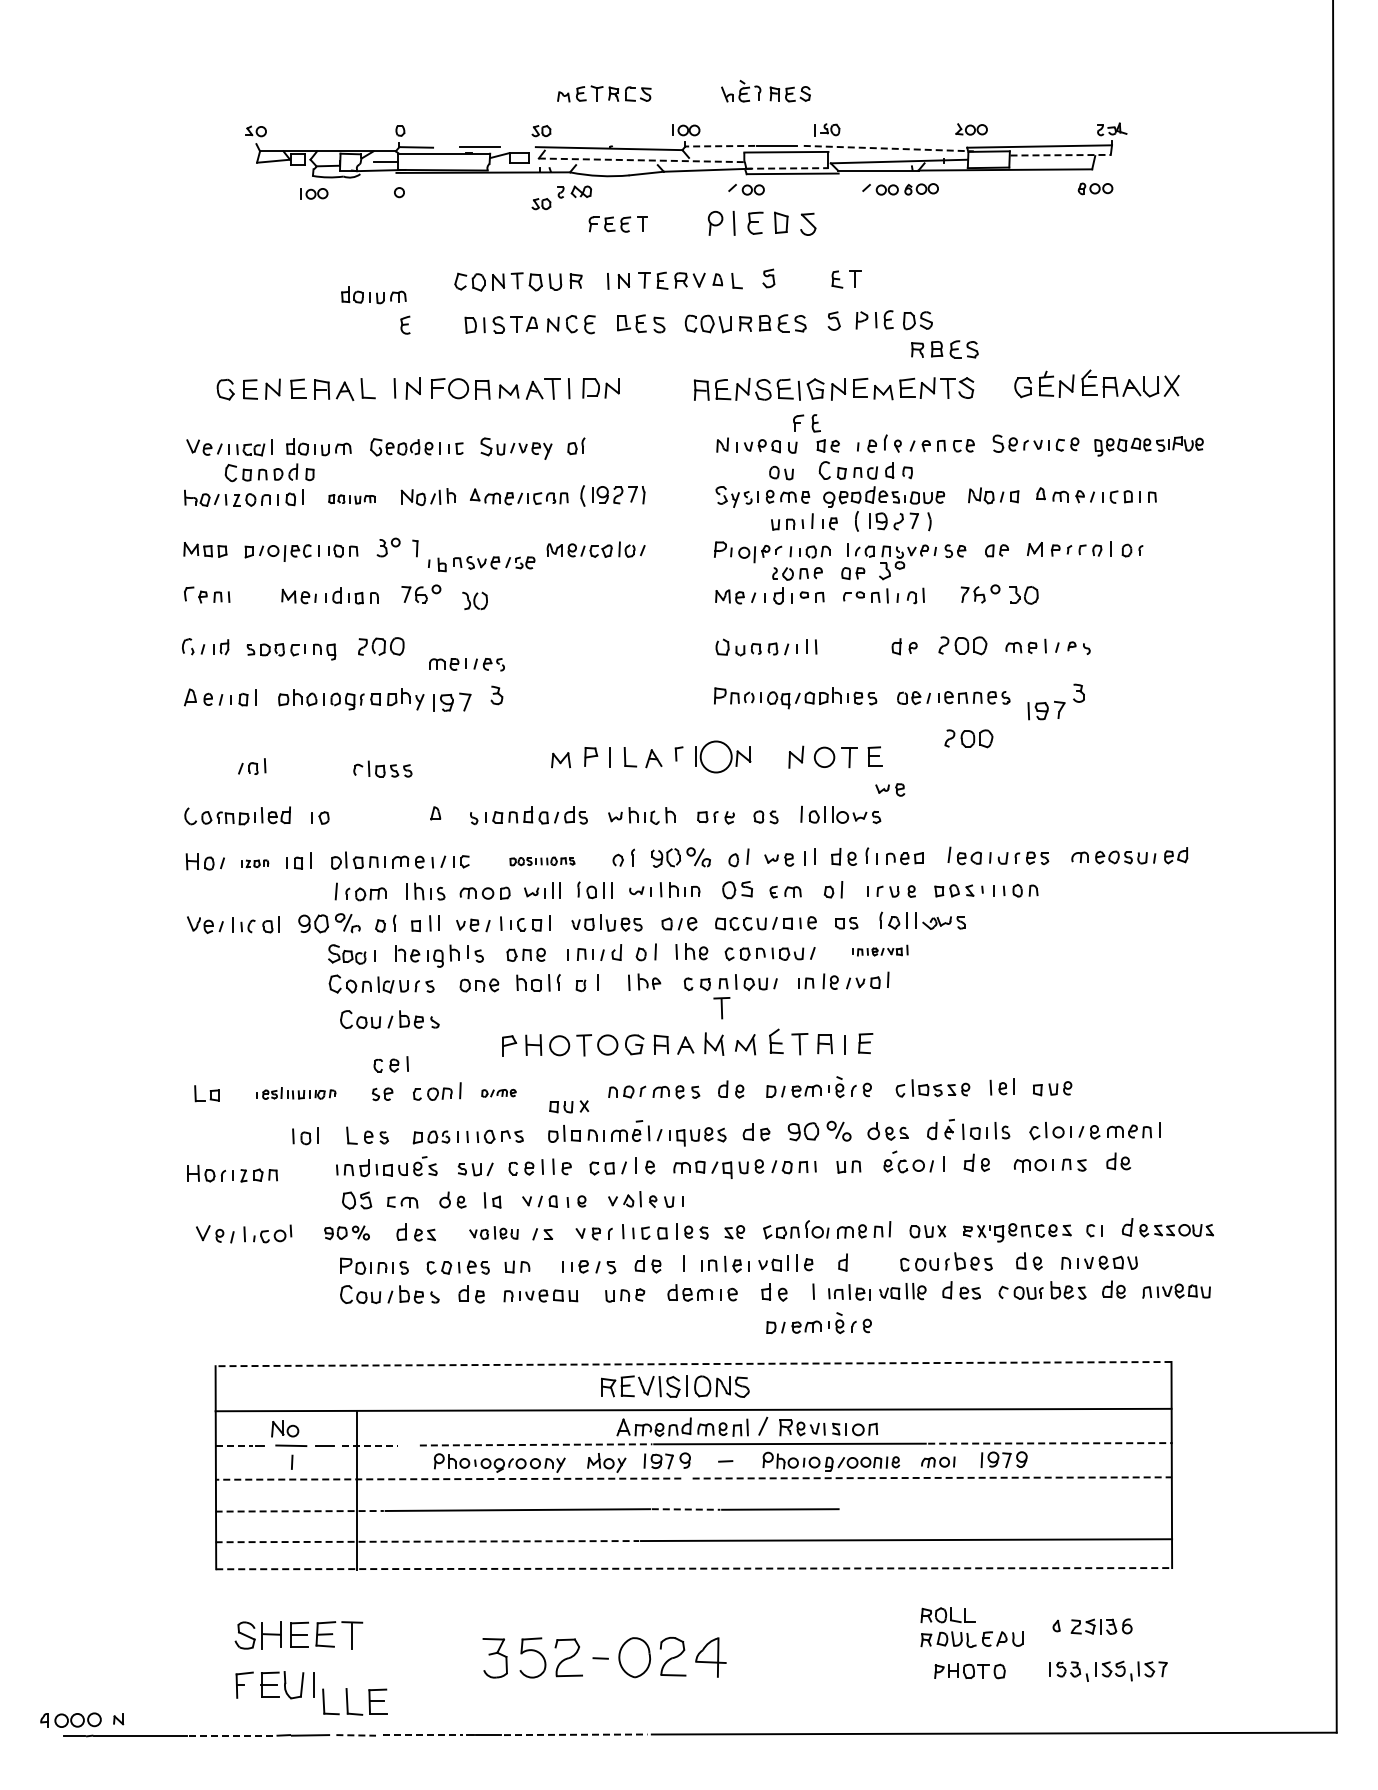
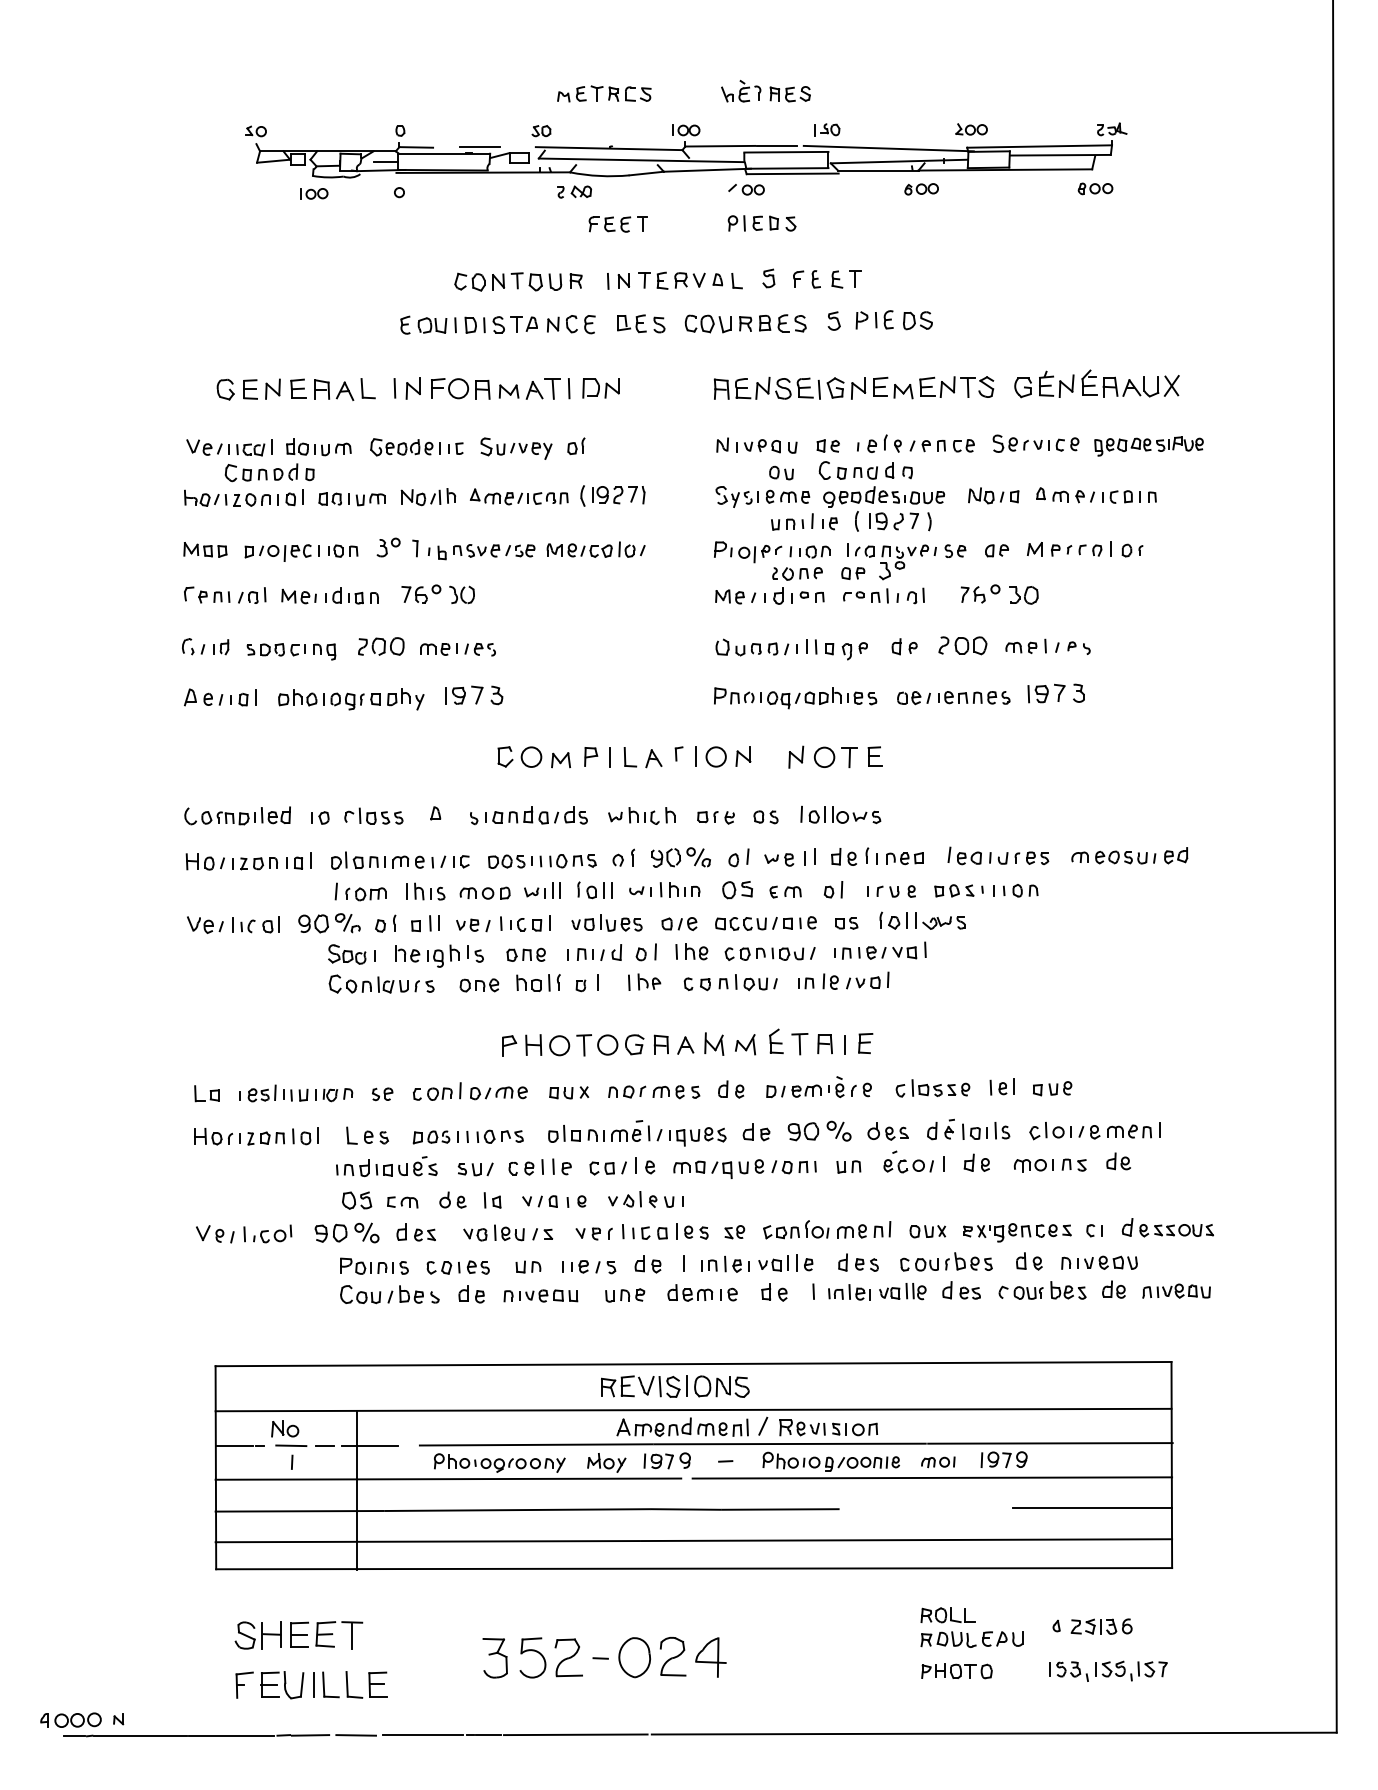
line at (720, 146): dashed -> solid
line at (889, 148): dashed -> solid
line at (1061, 155): dashed -> solid
line at (641, 160): dashed -> solid
line at (787, 168): dashed -> solid
part at (880, 189): present -> none
part at (541, 204): present -> none
part at (761, 223) size: 110x25 px -> 70x17 px
part at (373, 295): present -> none
part at (436, 325): none -> present
part at (944, 349): present -> none
part at (833, 388) position: (833, 388) -> (853, 387)
part at (806, 423) position: (806, 423) -> (806, 279)
part at (351, 499) size: 48x11 px -> 68x15 px
part at (481, 564) position: (481, 564) -> (481, 552)
part at (474, 600) position: (474, 600) -> (461, 594)
part at (846, 651): none -> present
part at (466, 664) position: (466, 664) -> (457, 649)
part at (452, 701) position: (452, 701) -> (464, 694)
part at (1046, 710) position: (1046, 710) -> (1046, 693)
part at (968, 738): present -> none
part at (519, 756): none -> present
circle at (715, 756) diameter: 31 px -> 19 px
part at (252, 766) position: (252, 766) -> (252, 595)
part at (382, 768) position: (382, 768) -> (373, 815)
part at (890, 789): present -> none
part at (542, 861) size: 67x11 px -> 109x15 px
part at (255, 863) size: 29x10 px -> 46x14 px
part at (880, 950) size: 57x13 px -> 93x19 px
part at (721, 1008): present -> none
part at (389, 1019): present -> none
part at (390, 1064): present -> none
part at (498, 1092) size: 36x10 px -> 58x15 px
part at (296, 1093) size: 81x13 px -> 115x19 px
part at (569, 1106) position: (569, 1106) -> (569, 1092)
part at (232, 1173) position: (232, 1173) -> (239, 1136)
part at (346, 1232) size: 46x16 px -> 66x22 px
part at (493, 1232) size: 50x14 px -> 62x18 px
part at (866, 1264): none -> present
part at (517, 1266) position: (517, 1266) -> (528, 1266)
part at (818, 1323): present -> none
line at (693, 1364): dashed -> solid
line at (1050, 1443): dashed -> solid
line at (536, 1444): dashed -> solid
line at (369, 1445): dashed -> solid
line at (234, 1446): dashed -> solid
line at (932, 1477): dashed -> solid
line at (448, 1479): dashed -> solid
line at (1092, 1507): none -> present
line at (686, 1509): dashed -> solid
line at (300, 1511): dashed -> solid
line at (427, 1541): dashed -> solid
line at (694, 1568): dashed -> solid
part at (969, 1671) position: (969, 1671) -> (956, 1671)
part at (354, 1701) position: (354, 1701) -> (354, 1684)
line at (575, 1734): dashed -> solid
line at (232, 1735): dashed -> solid
line at (356, 1735): dashed -> solid
line at (423, 1735): dashed -> solid
